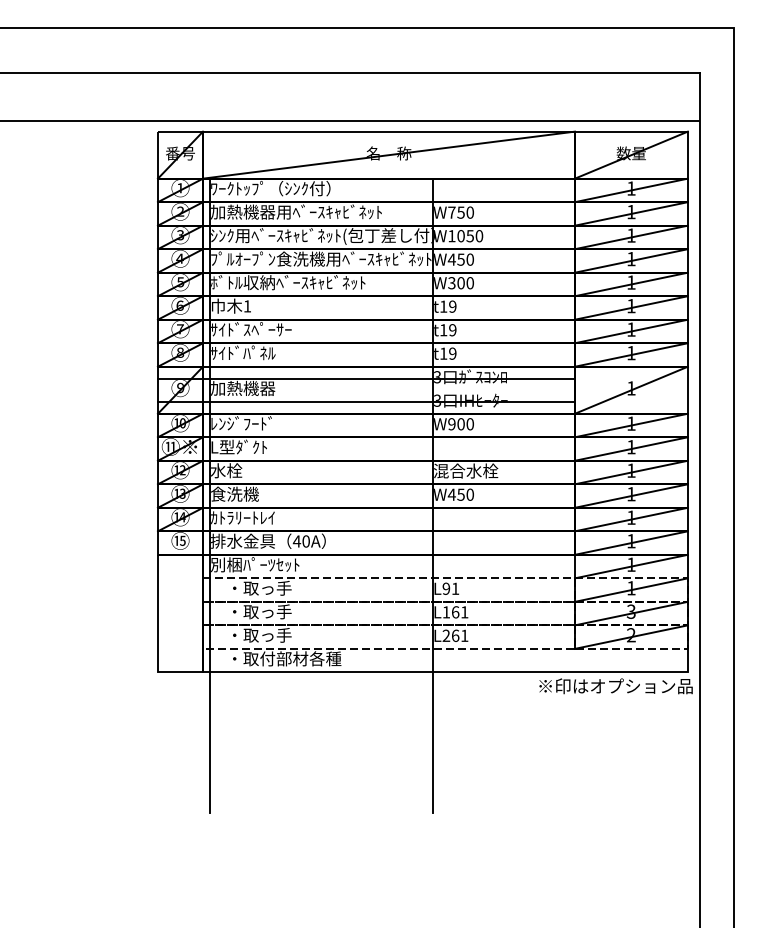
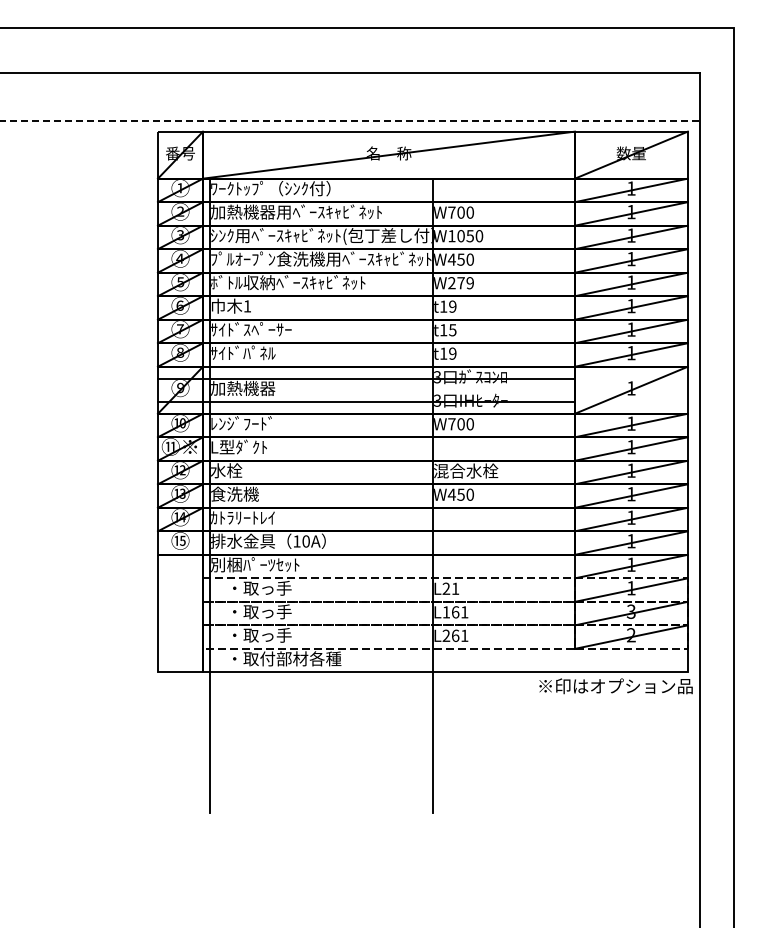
line at (350, 120): solid -> dashed
text at (460, 212): W750 -> W700
text at (460, 283): W300 -> W279
text at (452, 330): t19 -> t15
text at (451, 424): W900 -> W700
text at (296, 541): 40A -> 10A
text at (446, 588): L91 -> L21
